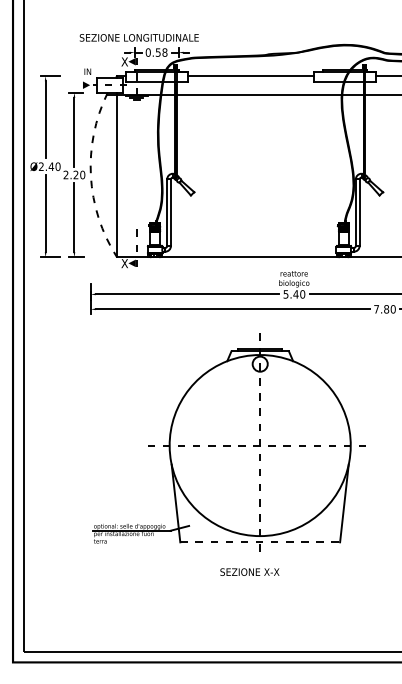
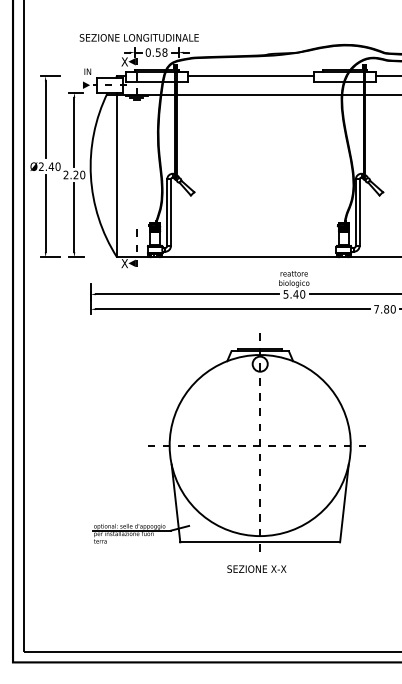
arc at (90, 176): dashed -> solid
line at (260, 542): dashed -> solid
text at (249, 571) position: (249, 571) -> (256, 568)
